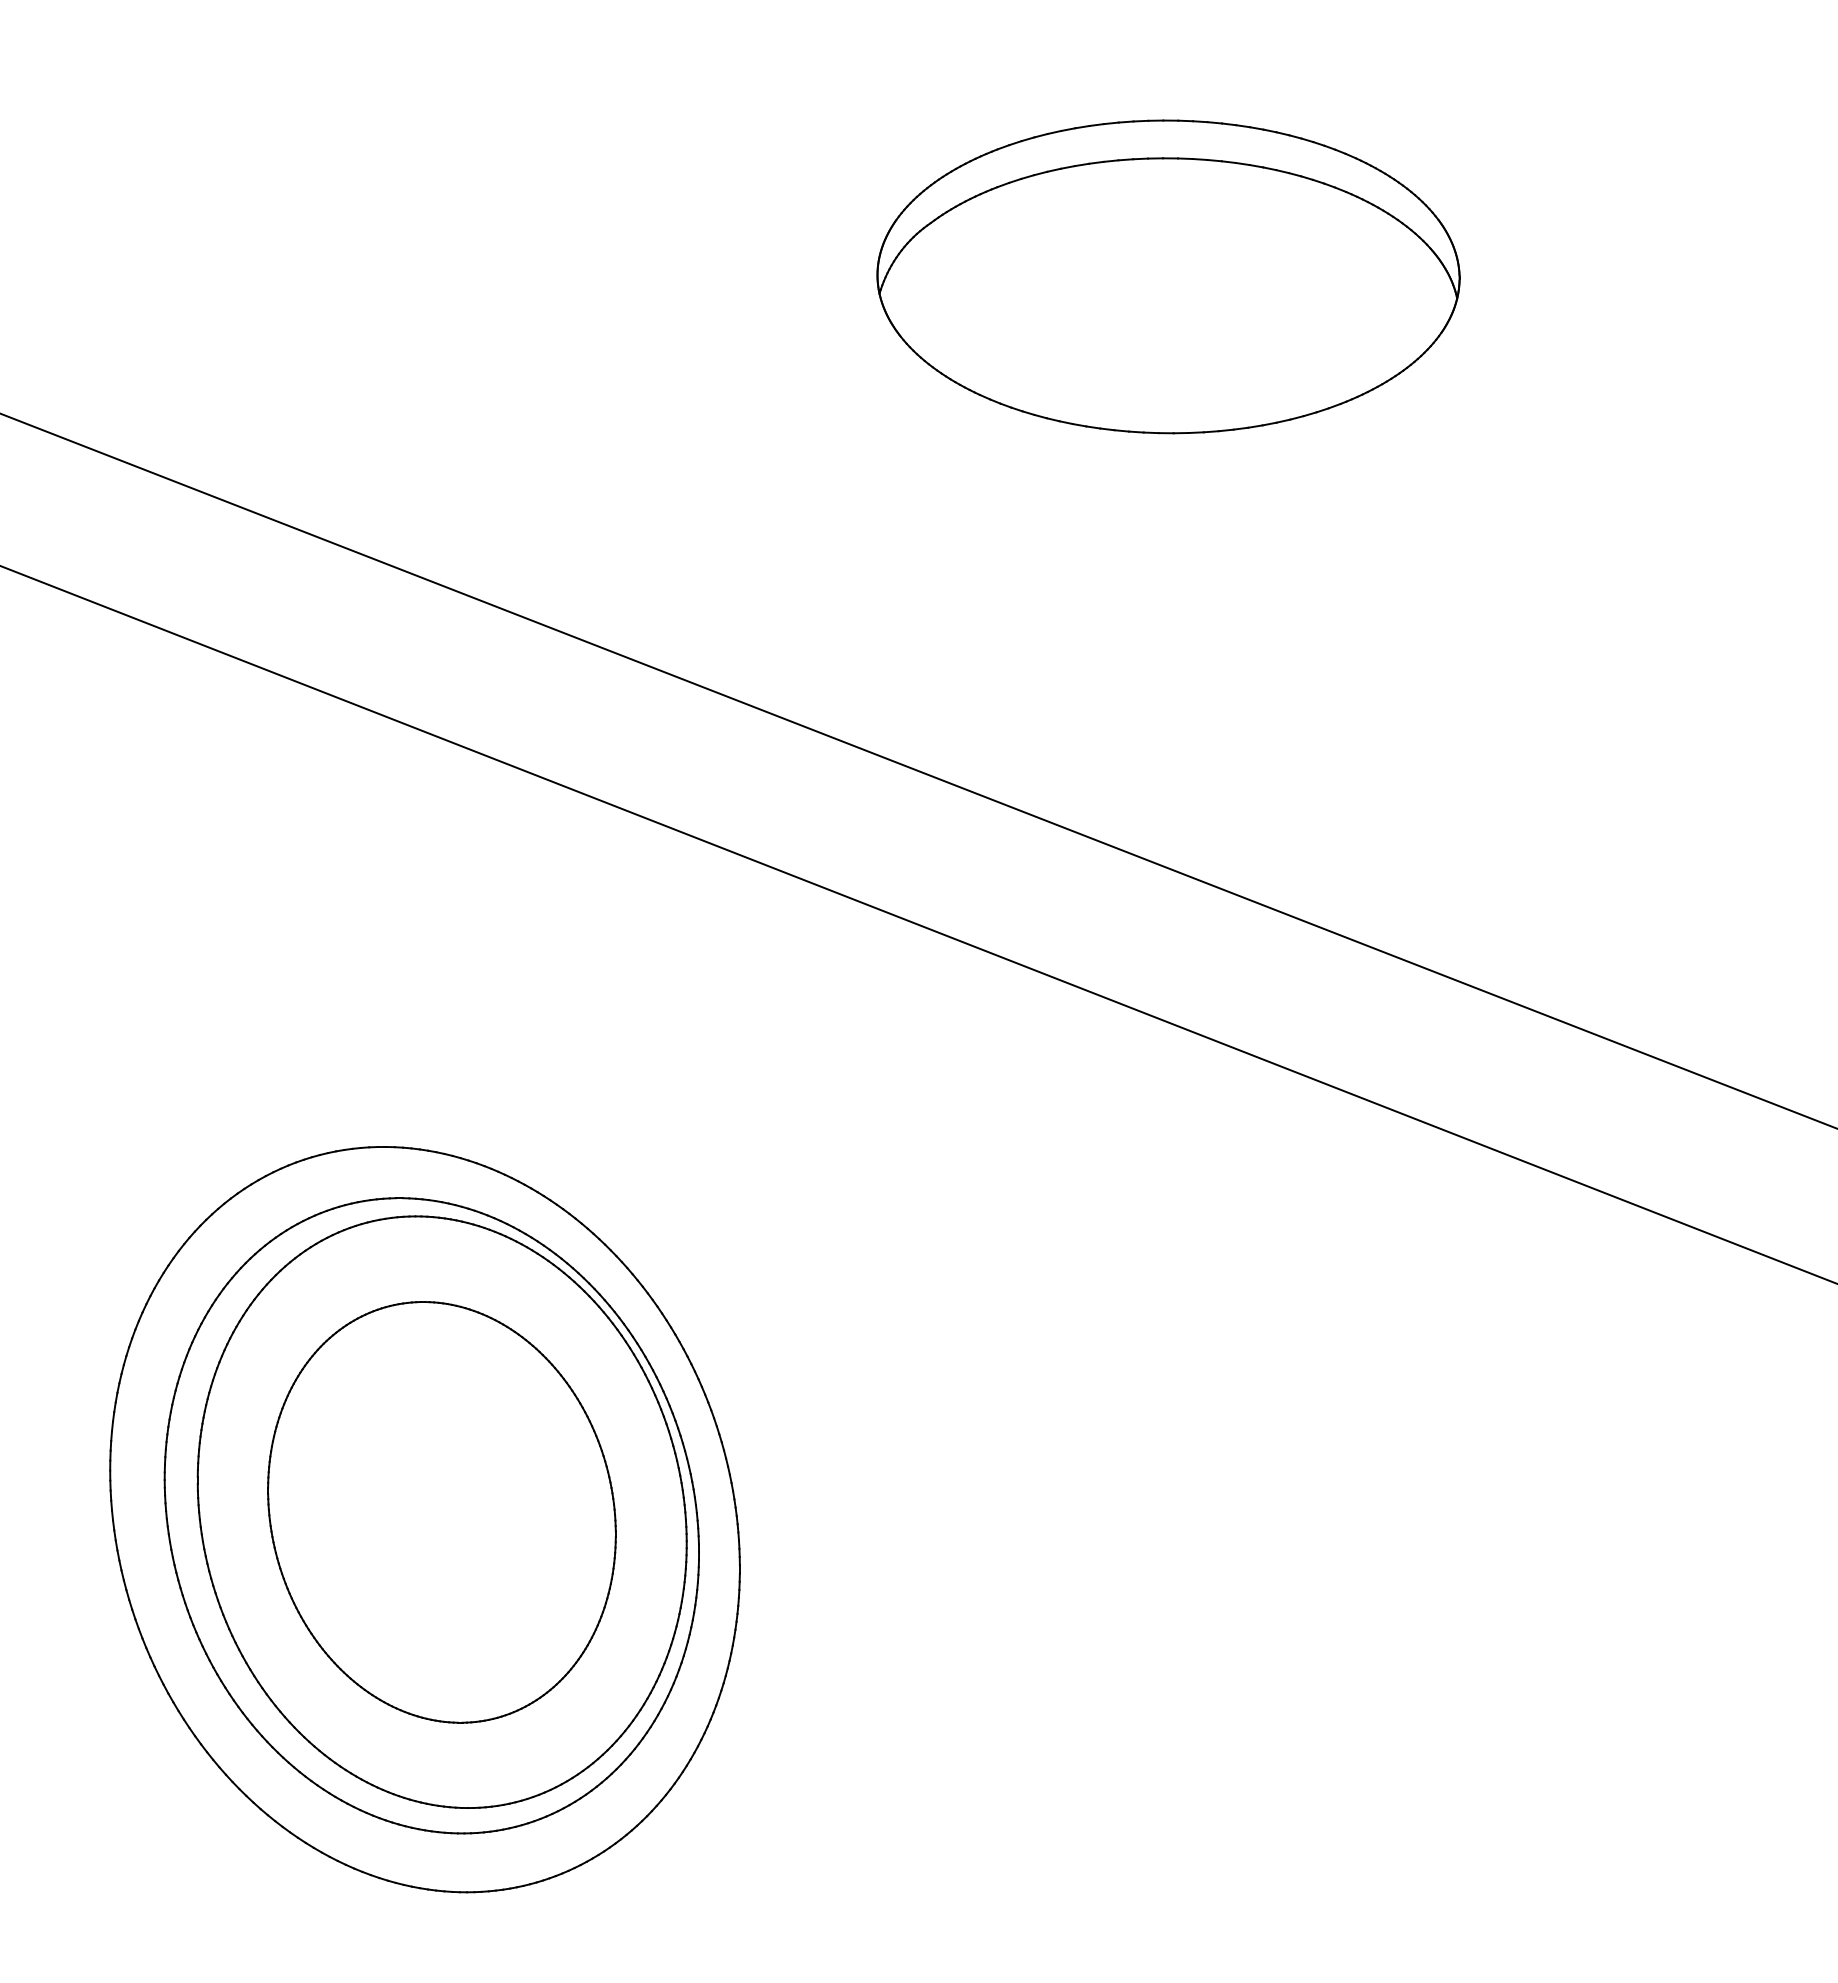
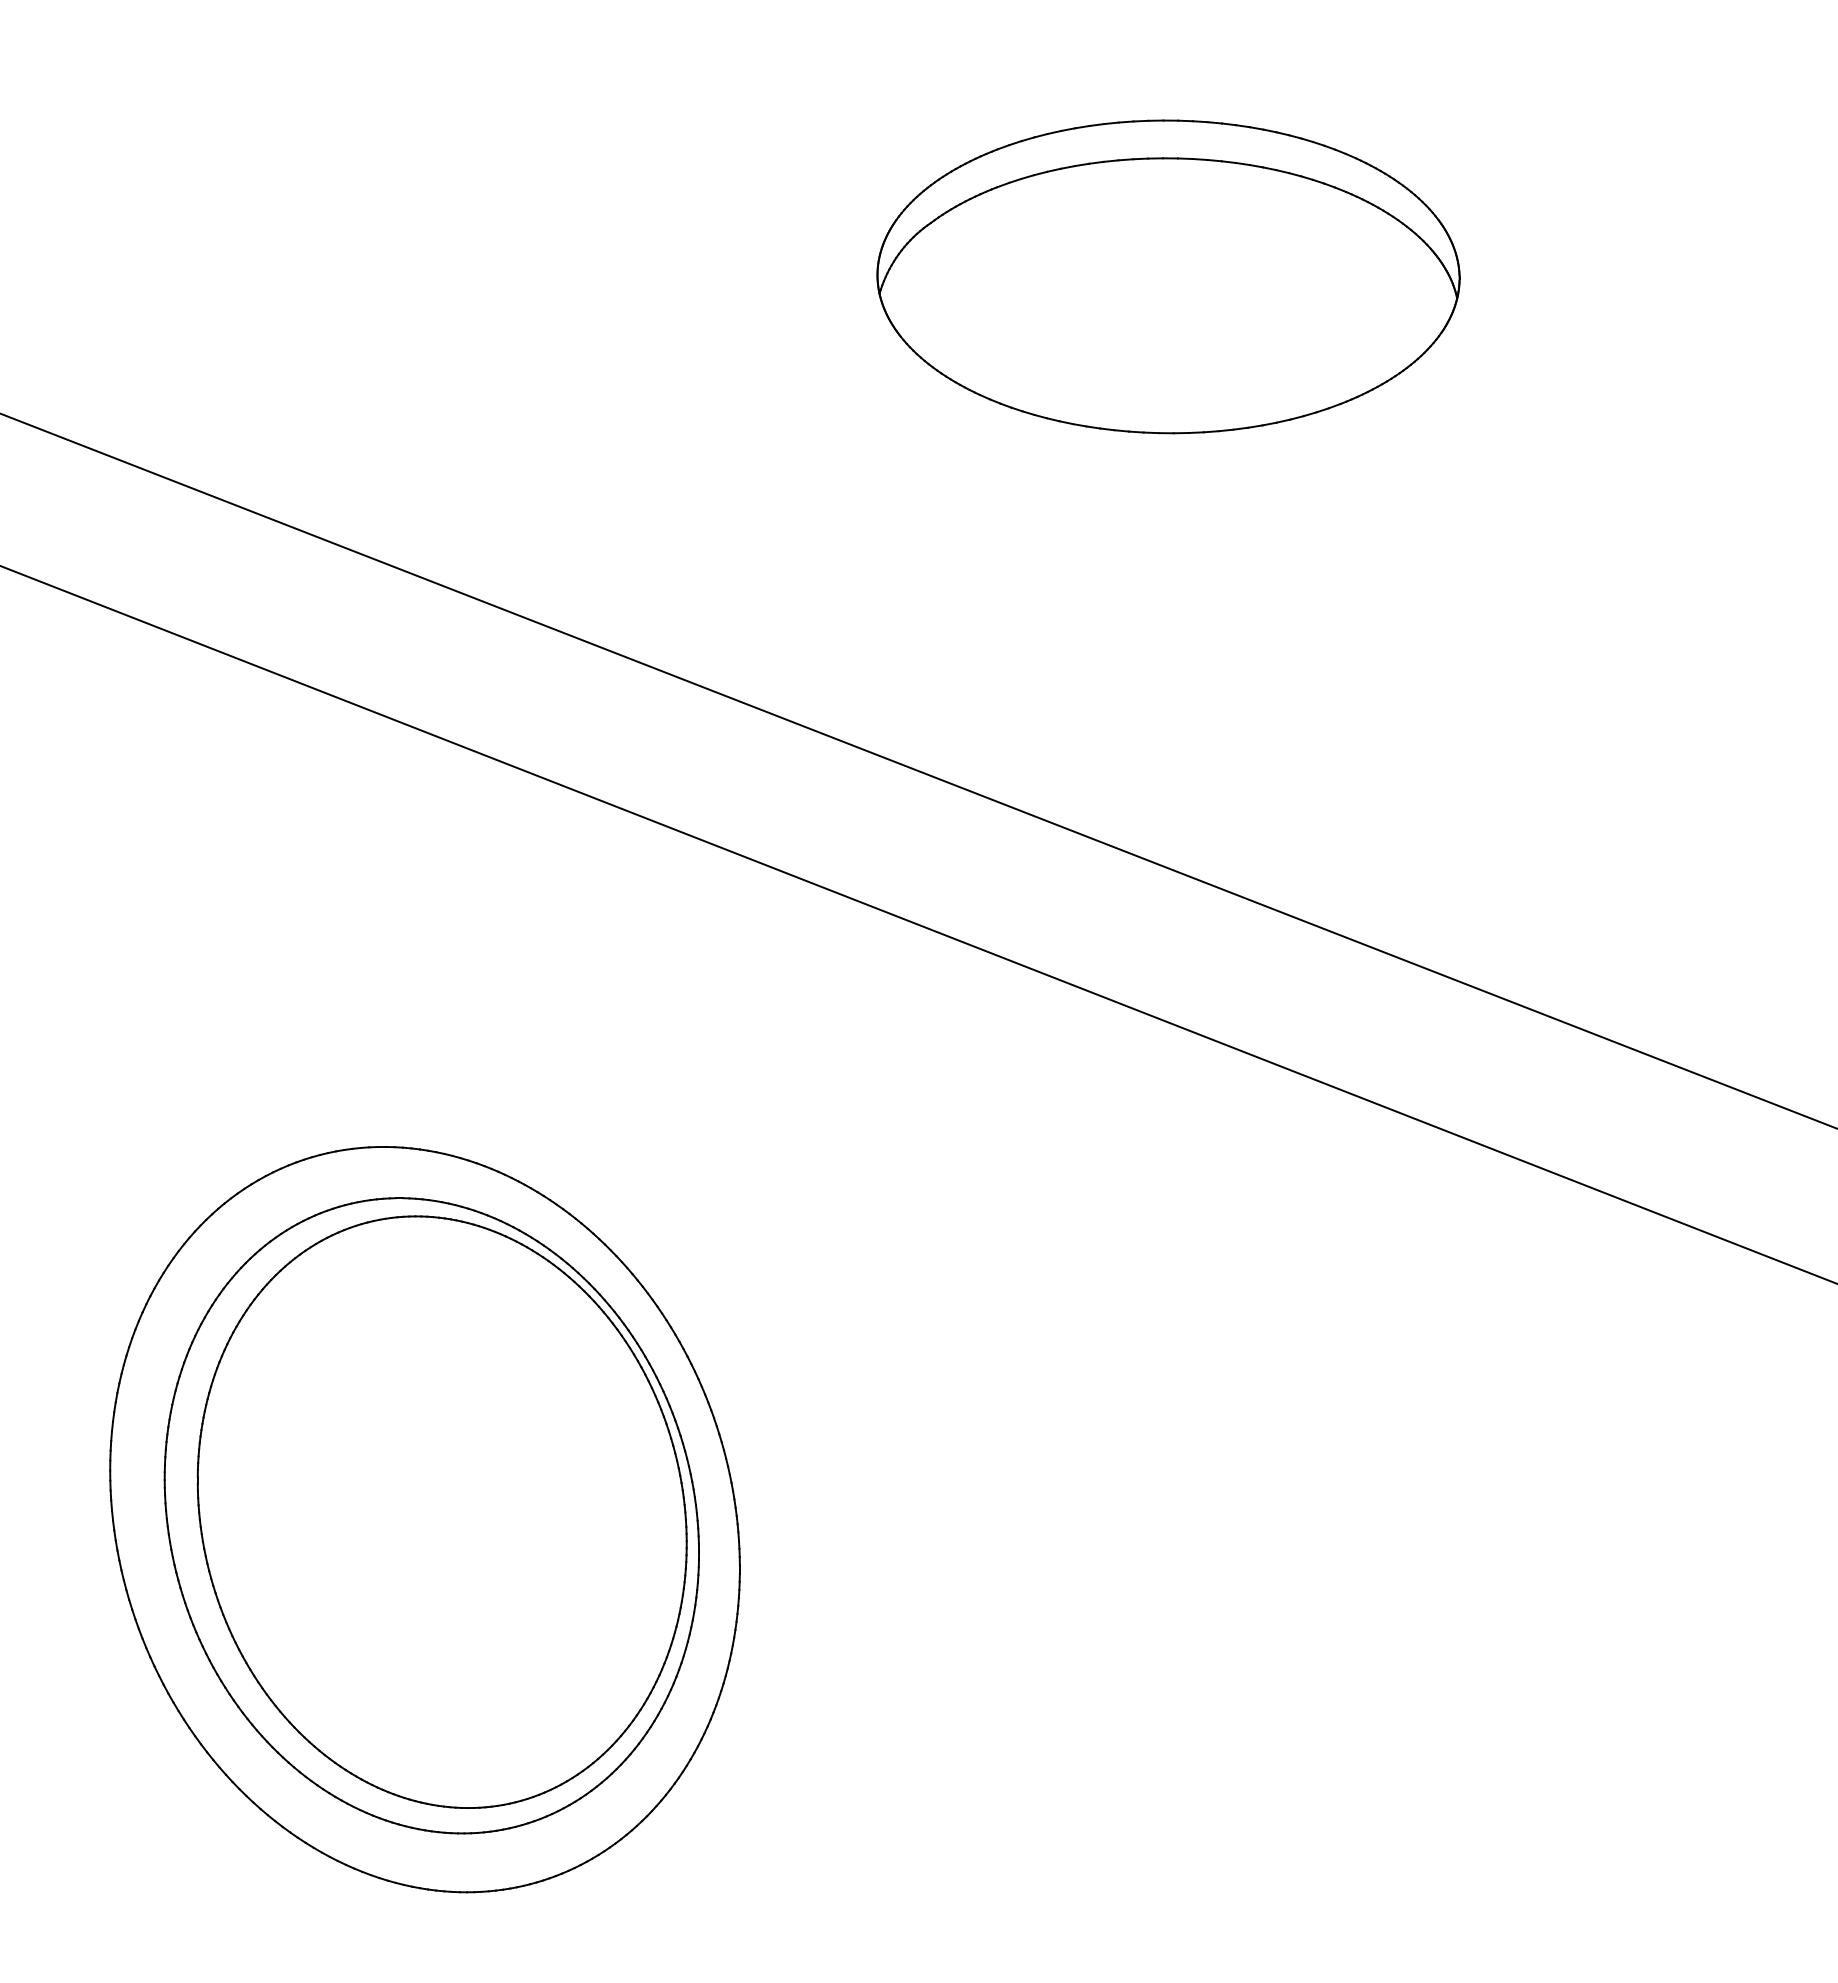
part at (441, 1512): present -> none
